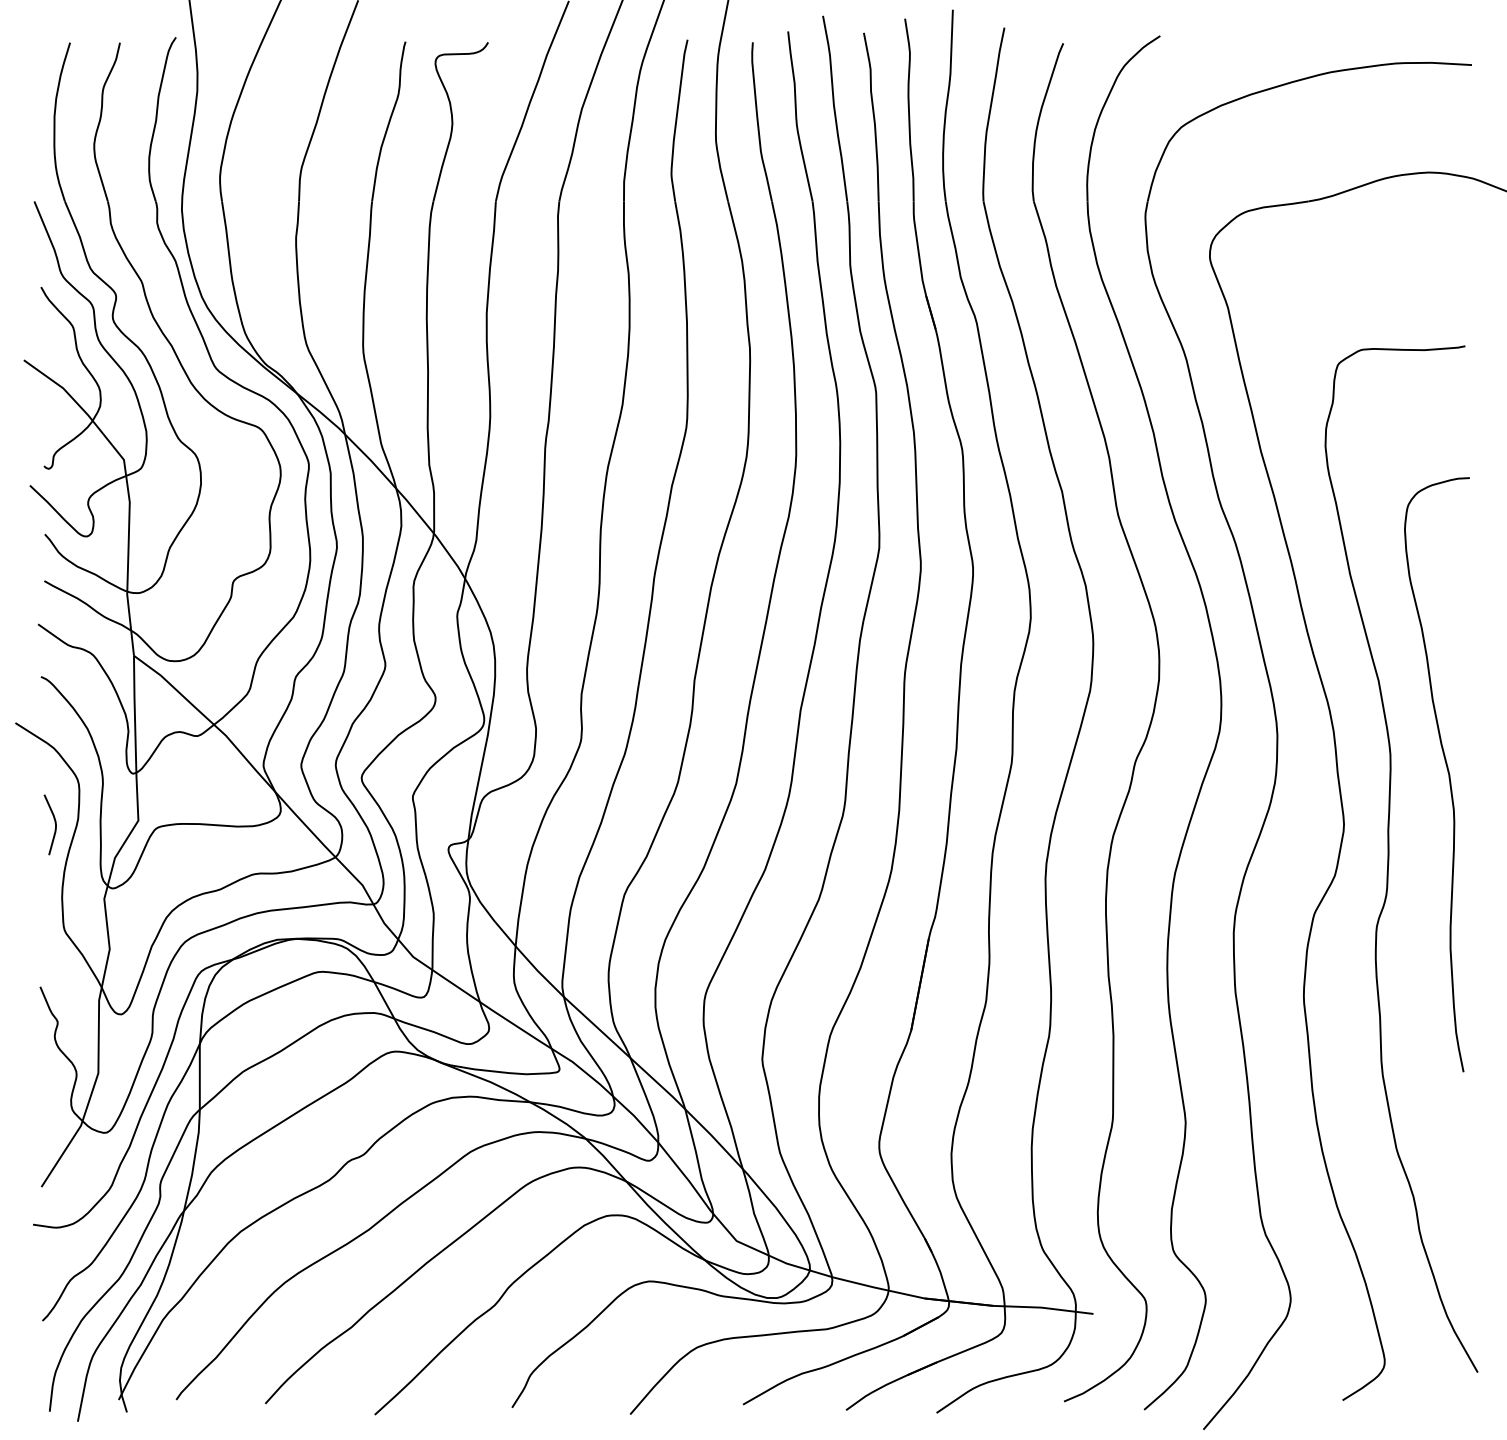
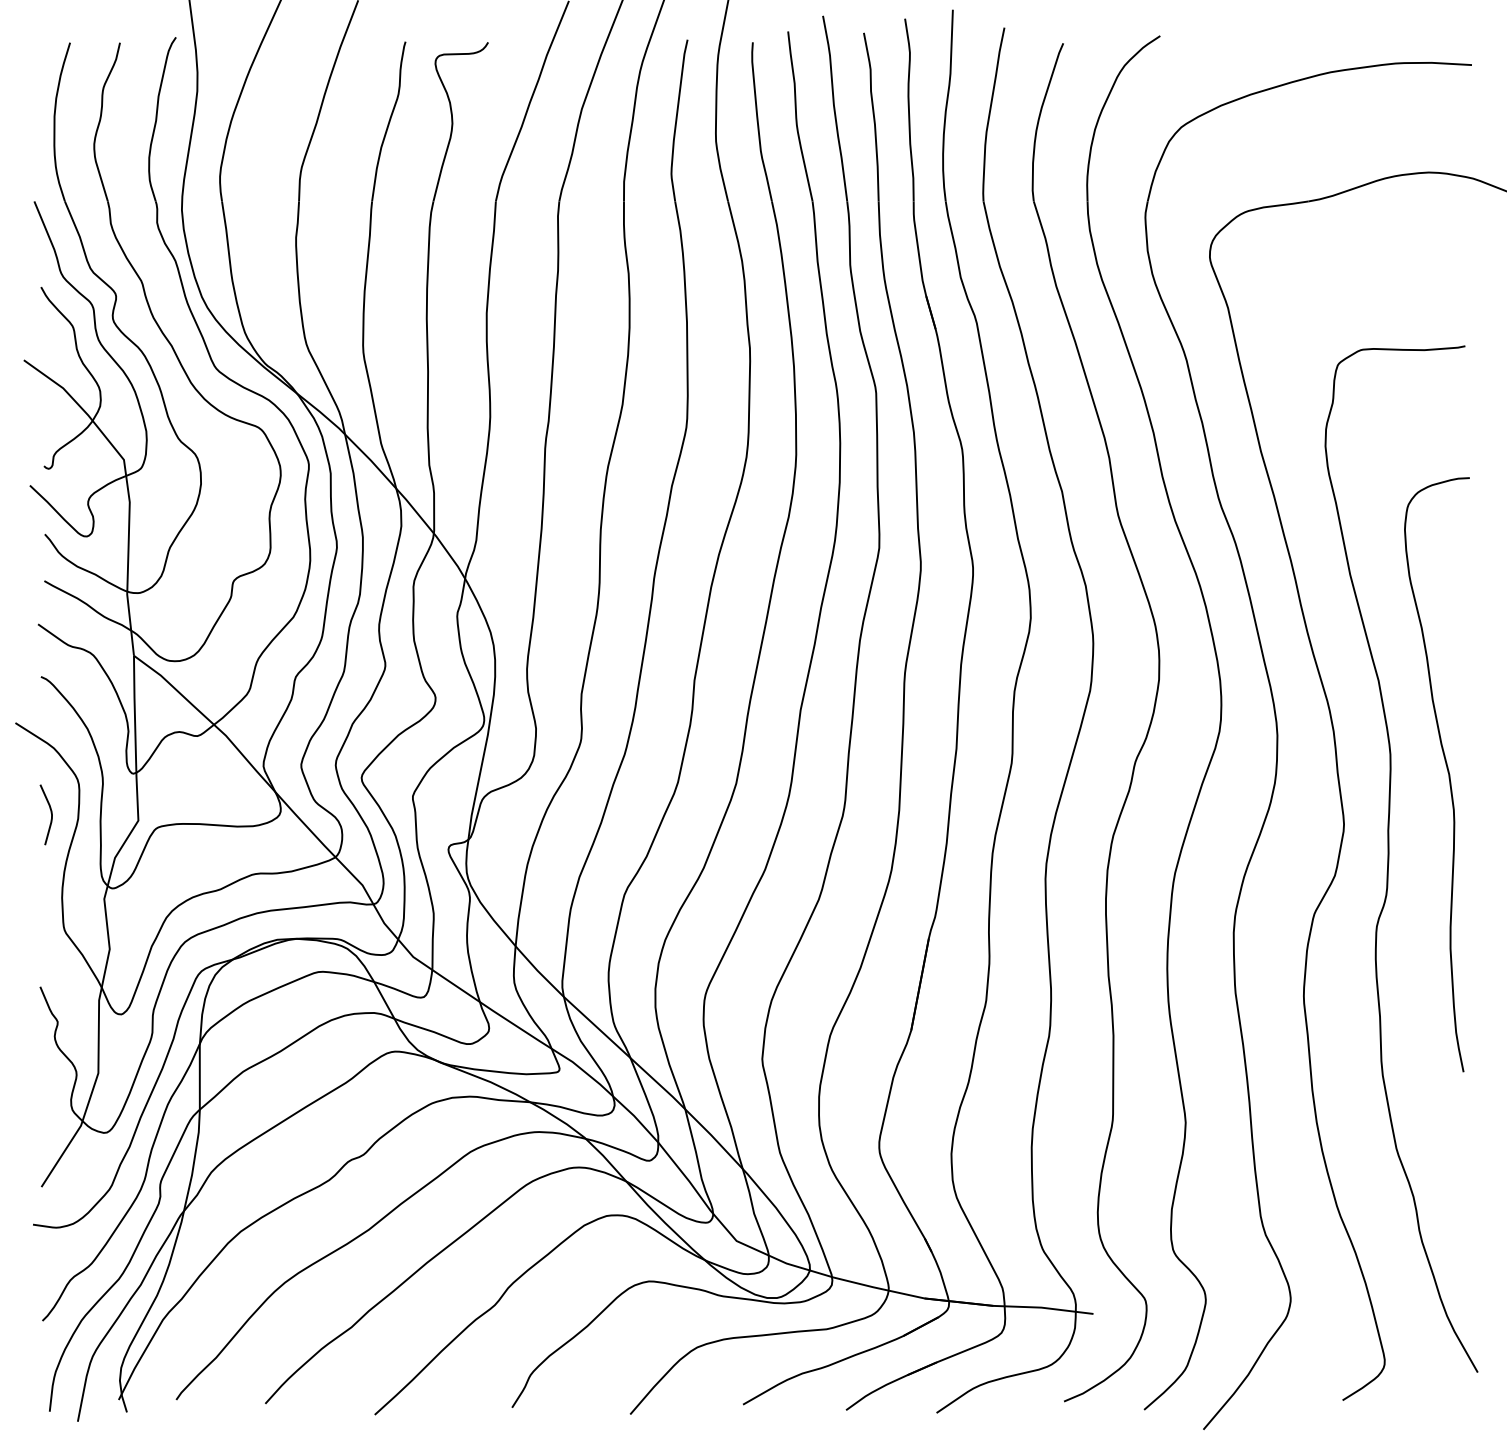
curve at (54, 823) position: (54, 823) -> (50, 813)
